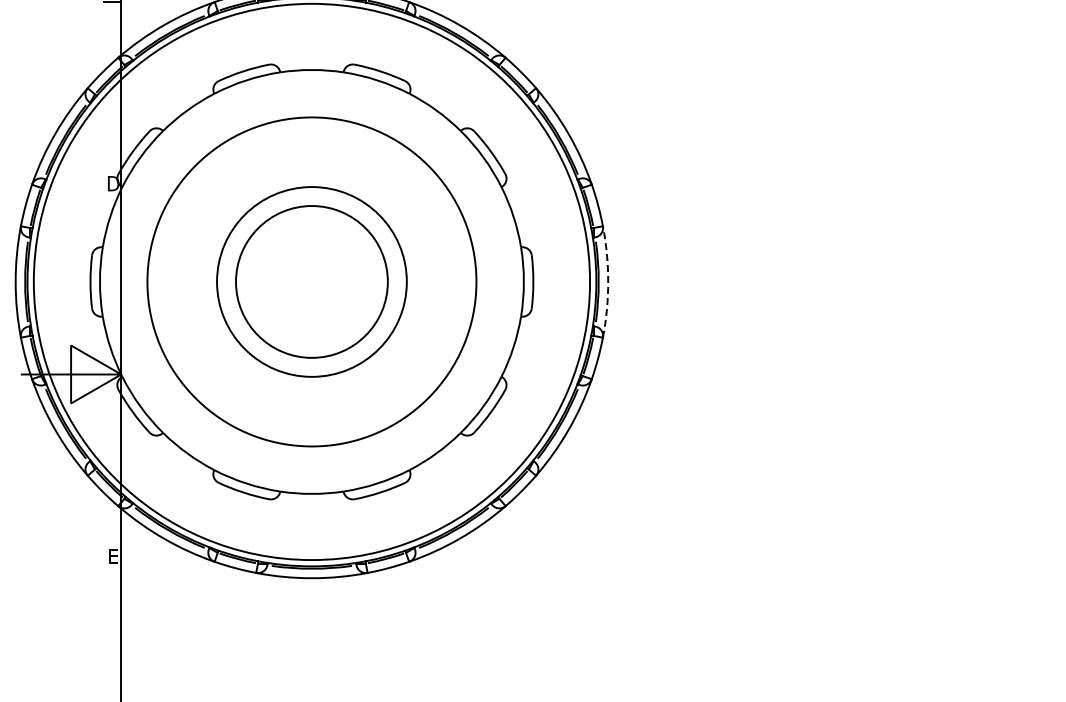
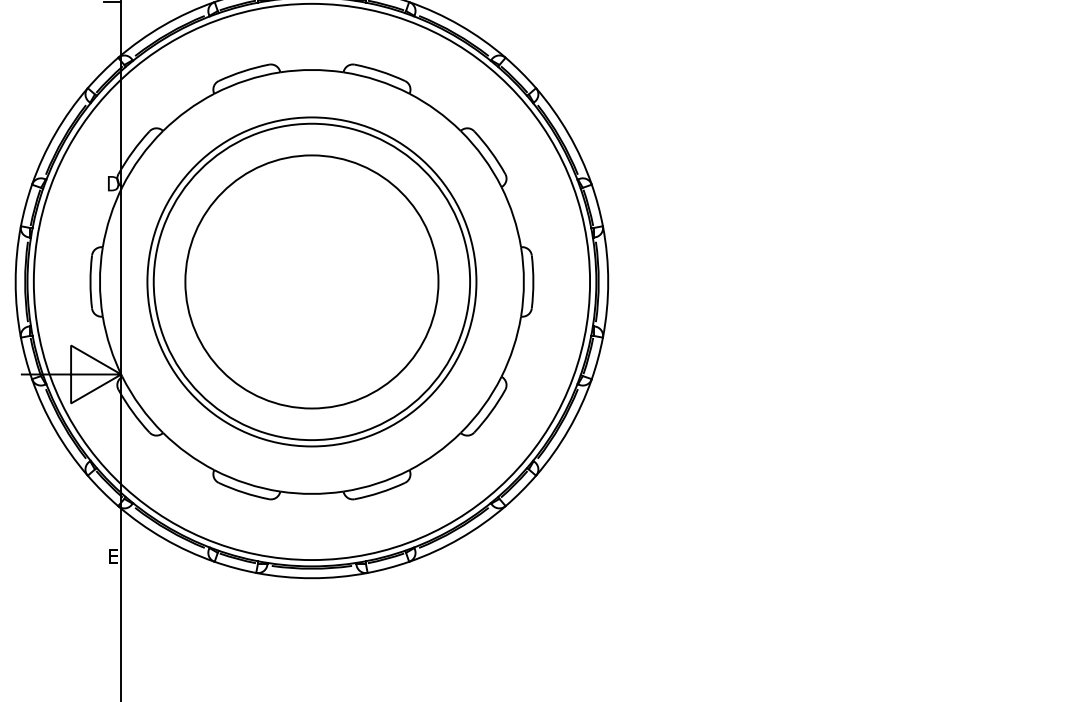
circle at (311, 281) diameter: 152 px -> 253 px
circle at (311, 281) diameter: 190 px -> 316 px
arc at (608, 281): dashed -> solid
